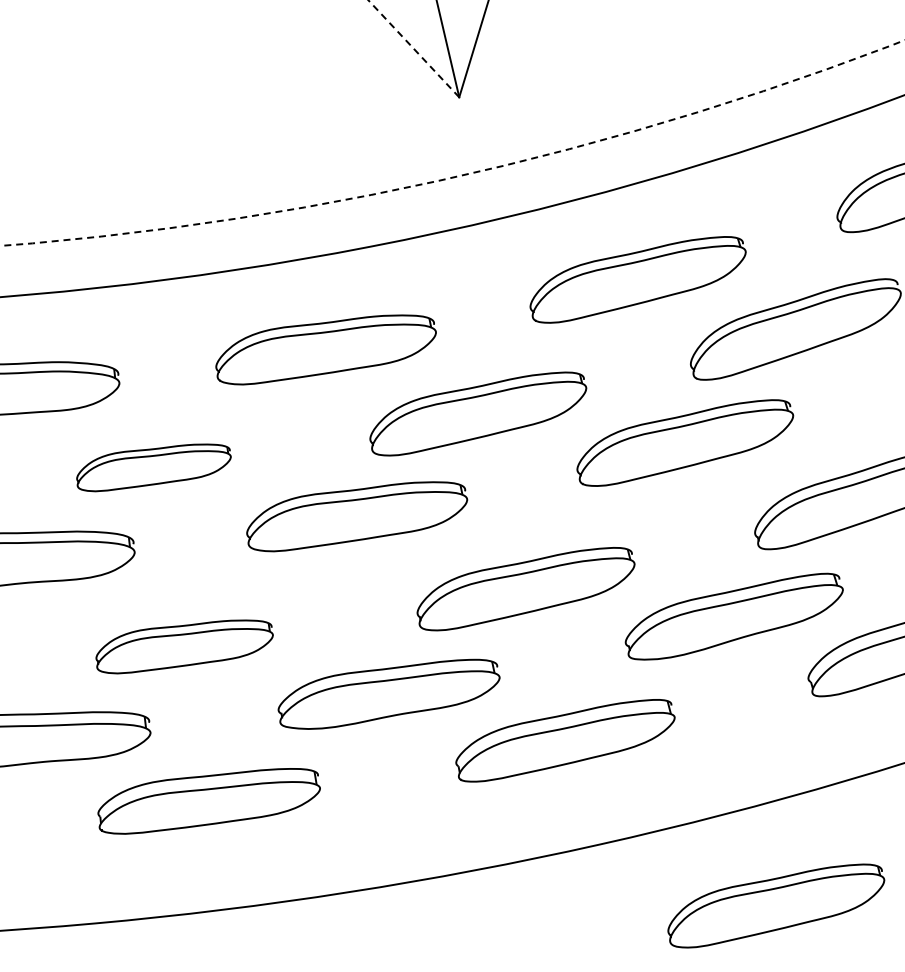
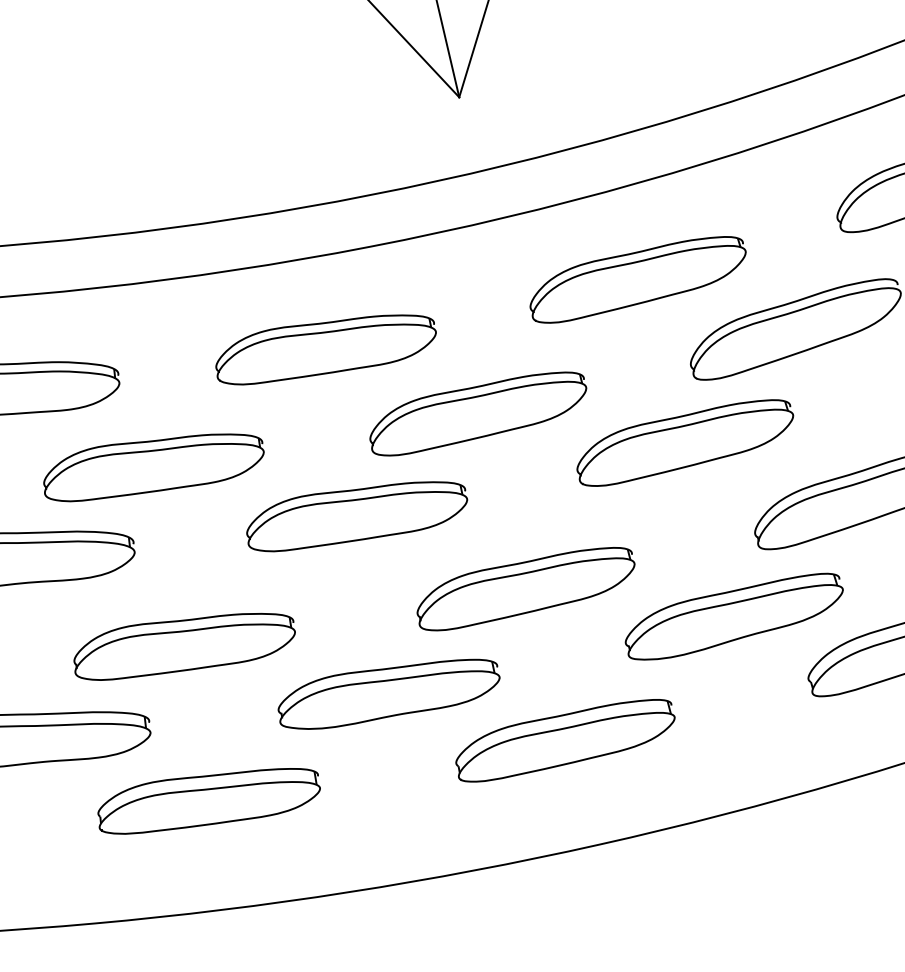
line at (413, 48): dashed -> solid
arc at (457, 176): dashed -> solid
part at (153, 467) size: 156x50 px -> 222x70 px
part at (184, 646) size: 179x56 px -> 223x68 px
part at (776, 905): present -> none
